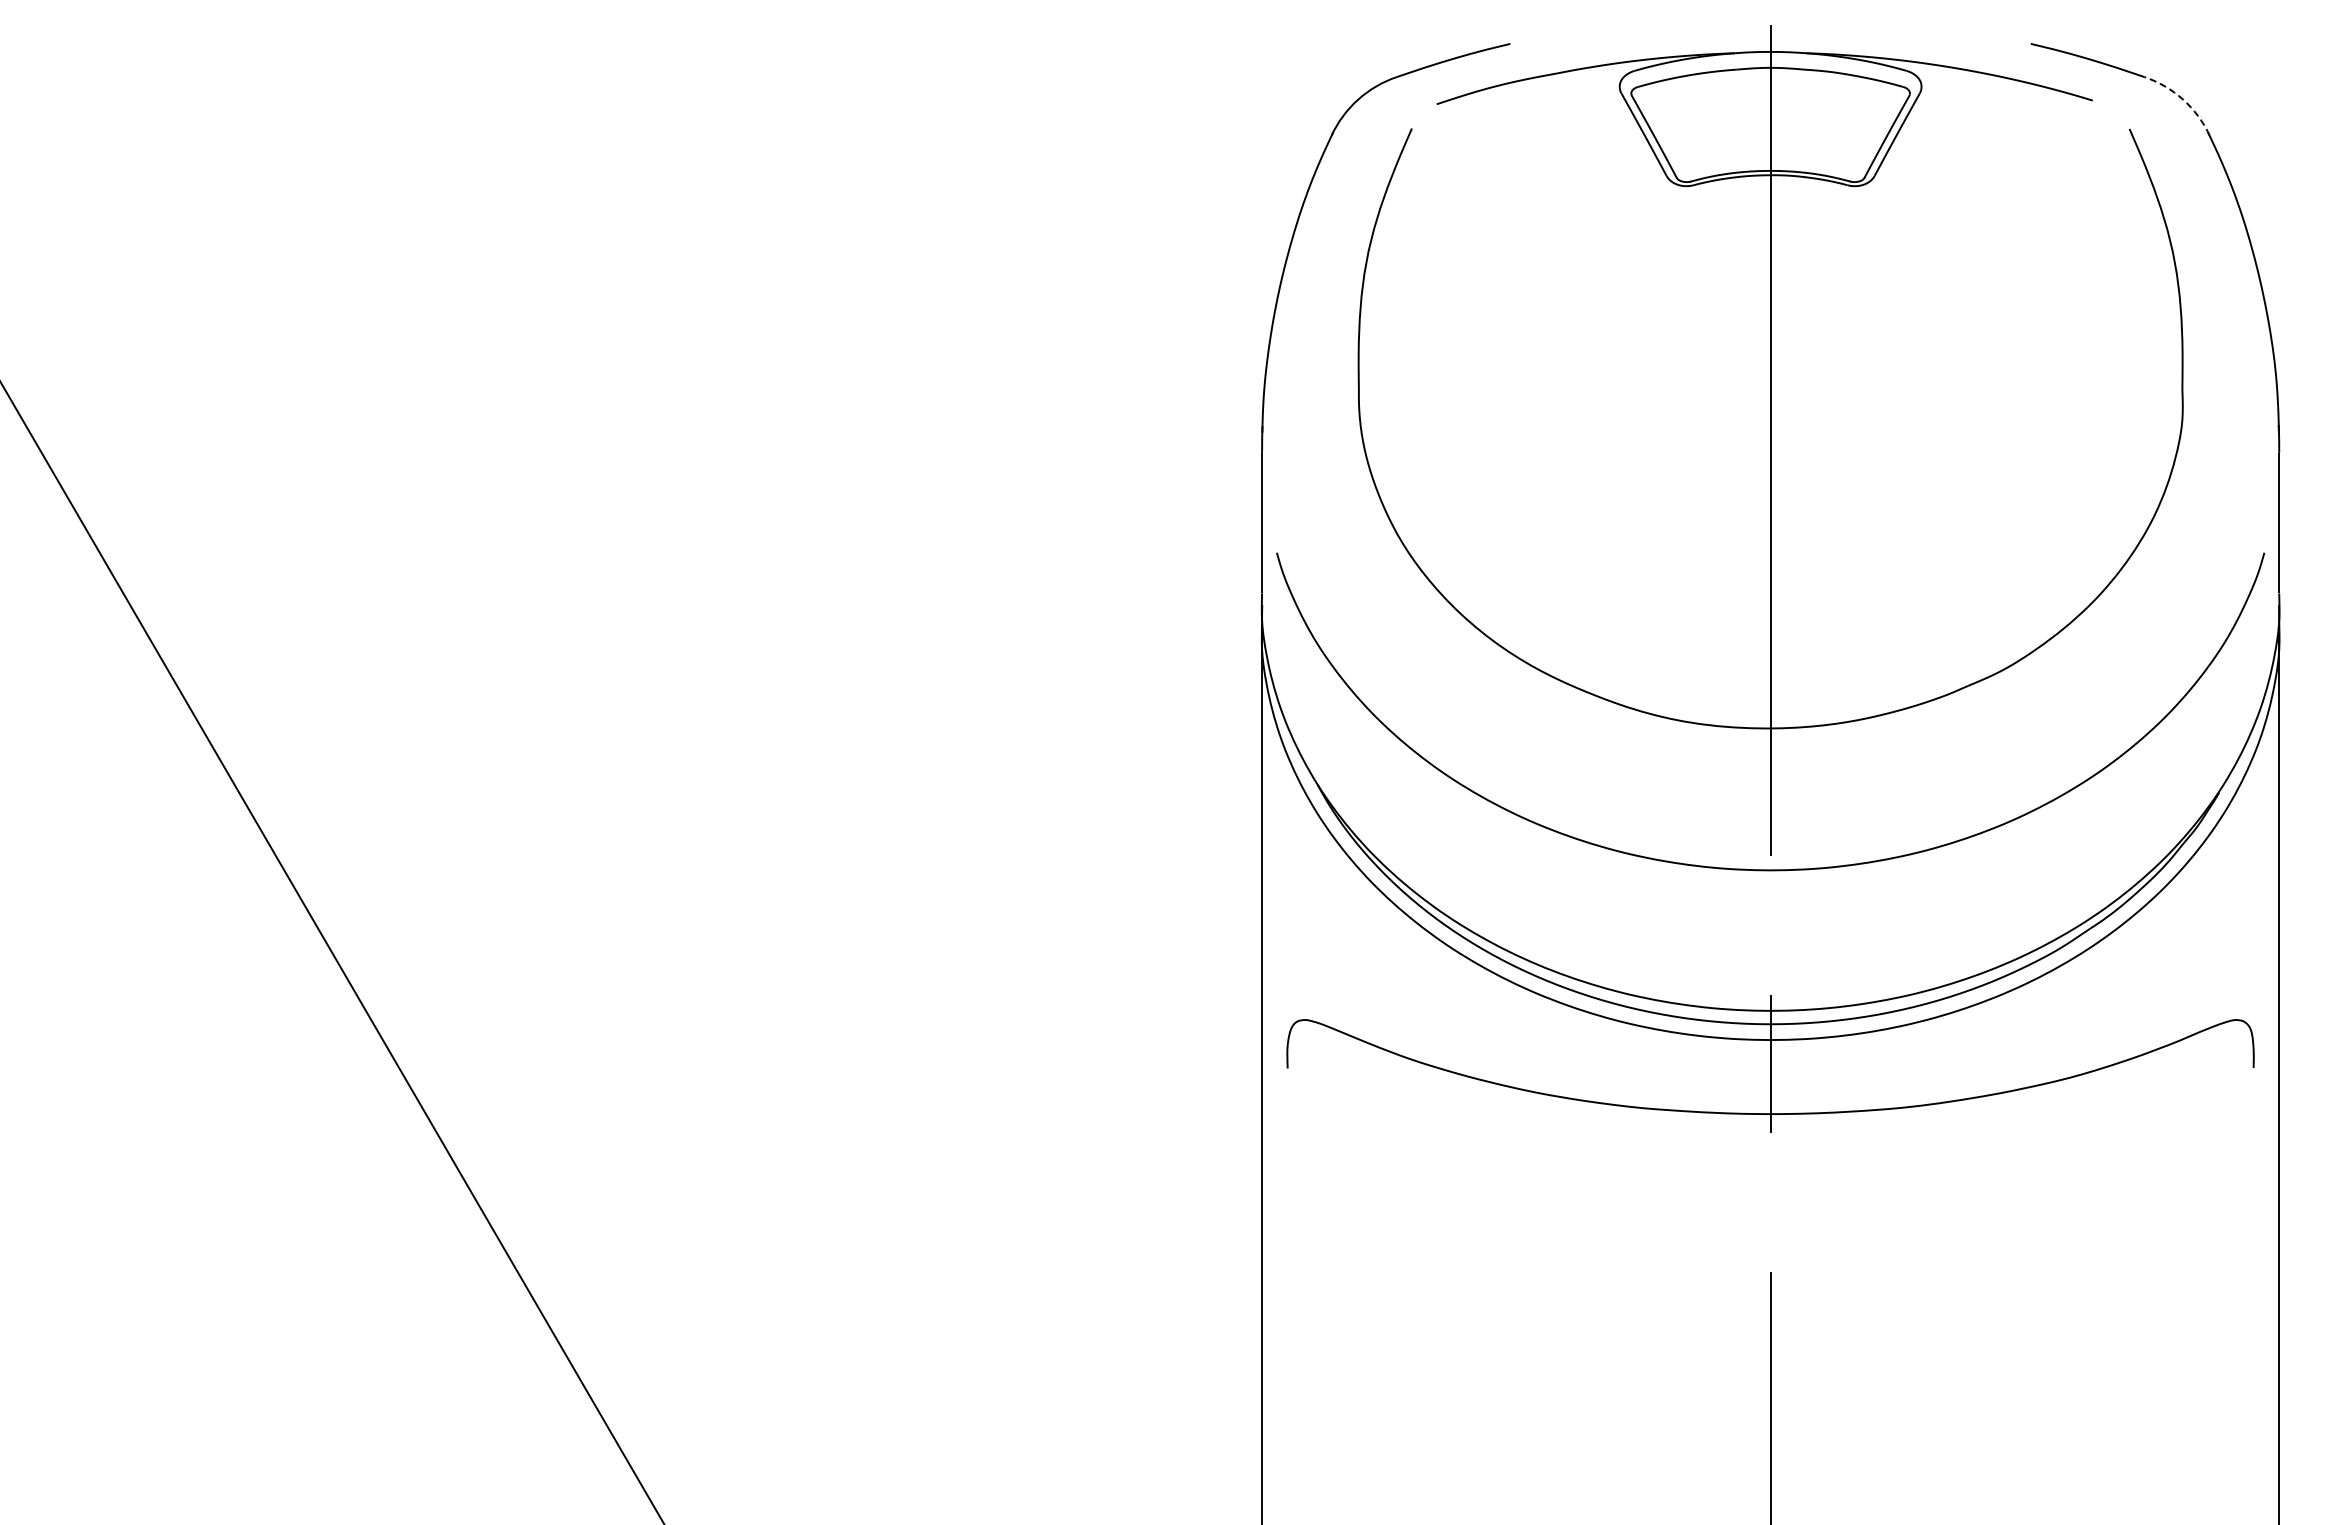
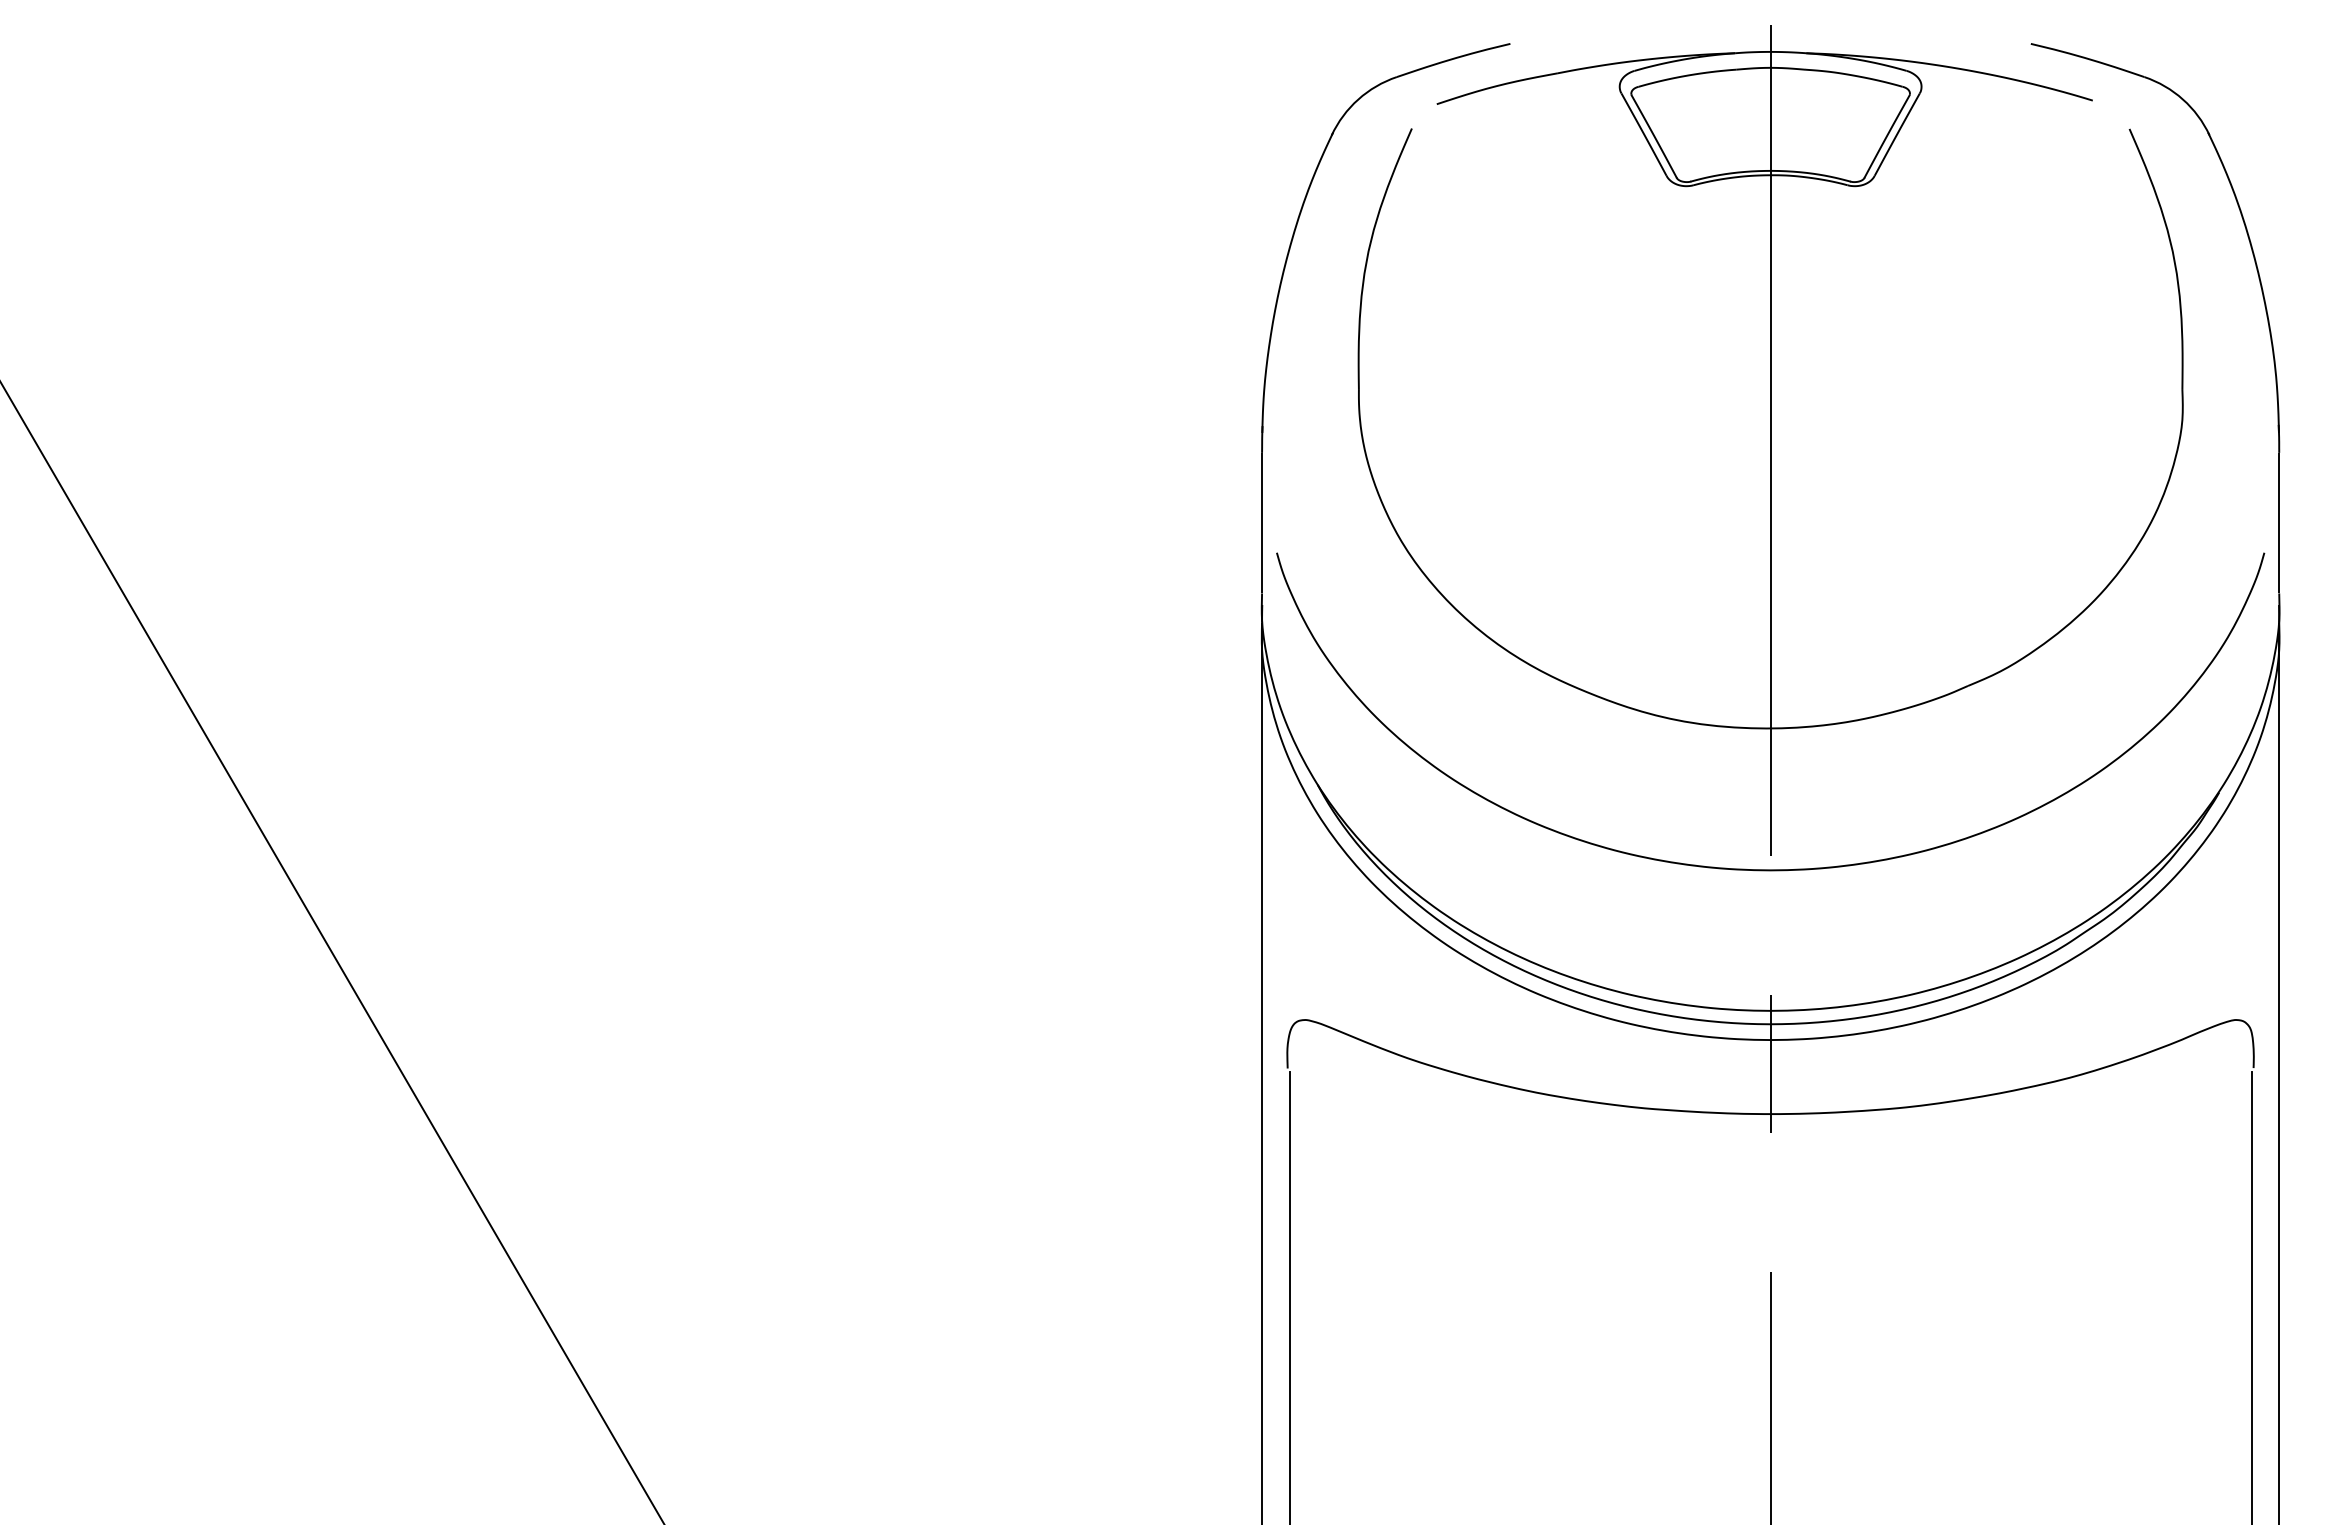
arc at (2182, 99): dashed -> solid
line at (1289, 1296): none -> present
line at (2251, 1296): none -> present
